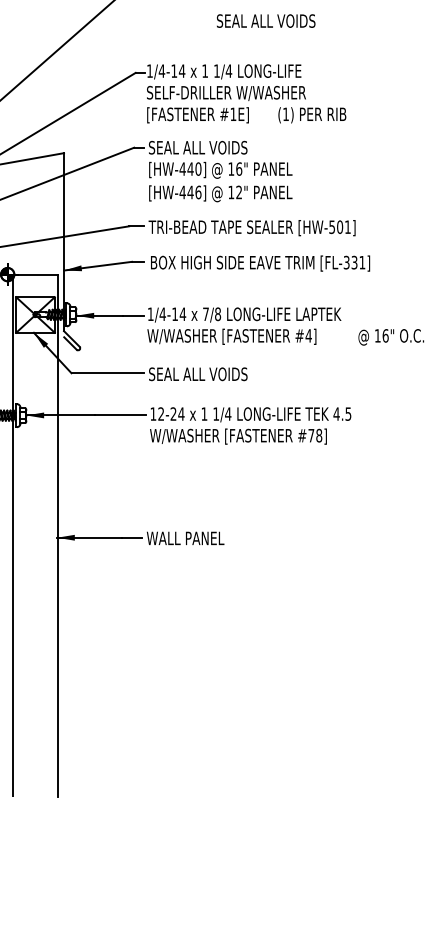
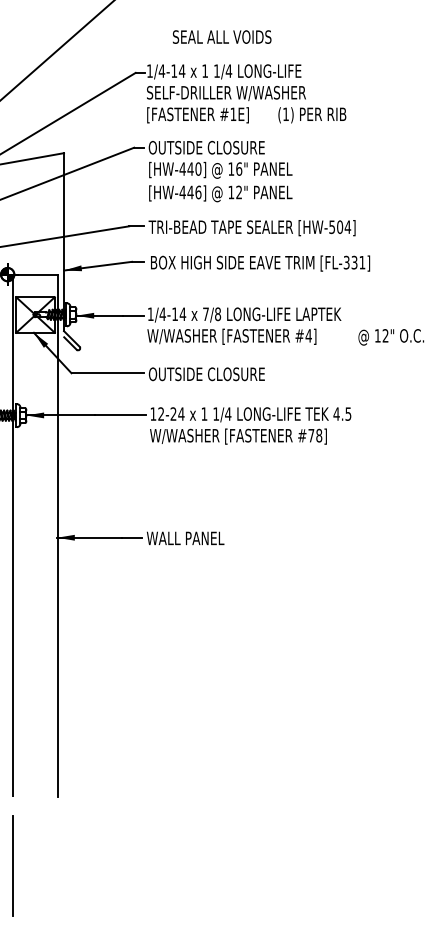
text at (266, 20) position: (266, 20) -> (222, 36)
text at (206, 147): SEAL ALL VOIDS -> OUTSIDE CLOSURE
text at (347, 226): [HW-501] -> [HW-504]
text at (385, 335): 16" -> 12"
text at (206, 374): SEAL ALL VOIDS -> OUTSIDE CLOSURE
line at (13, 865): none -> present
